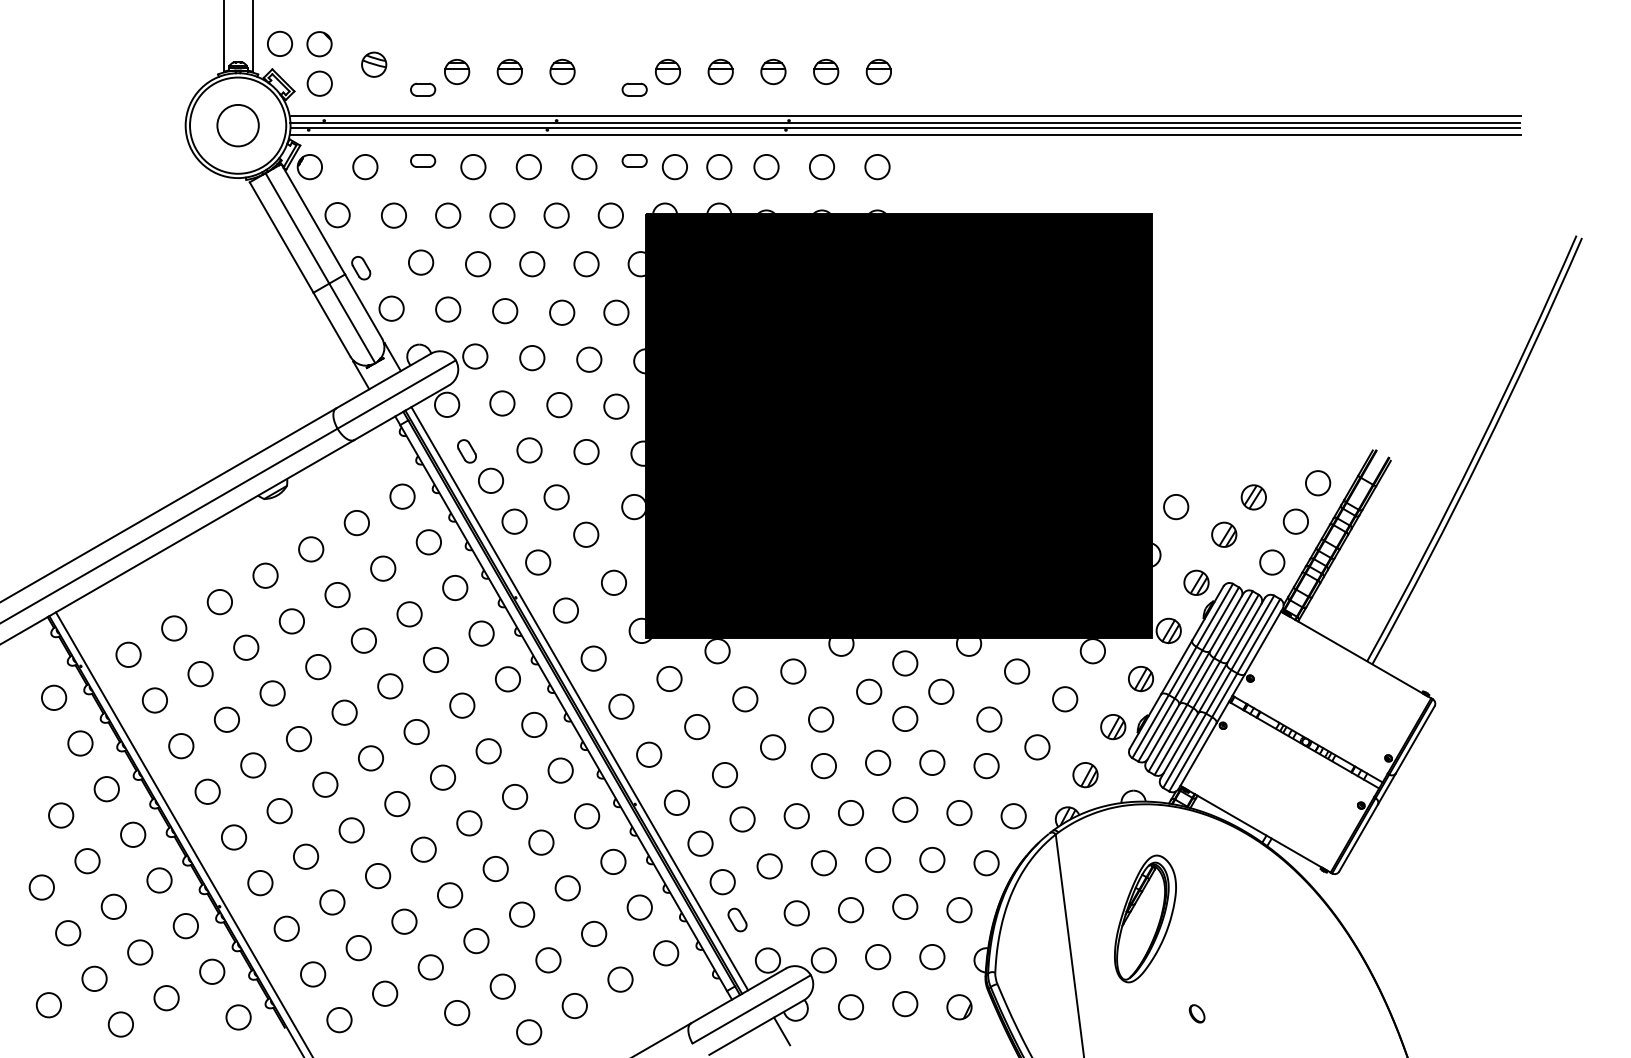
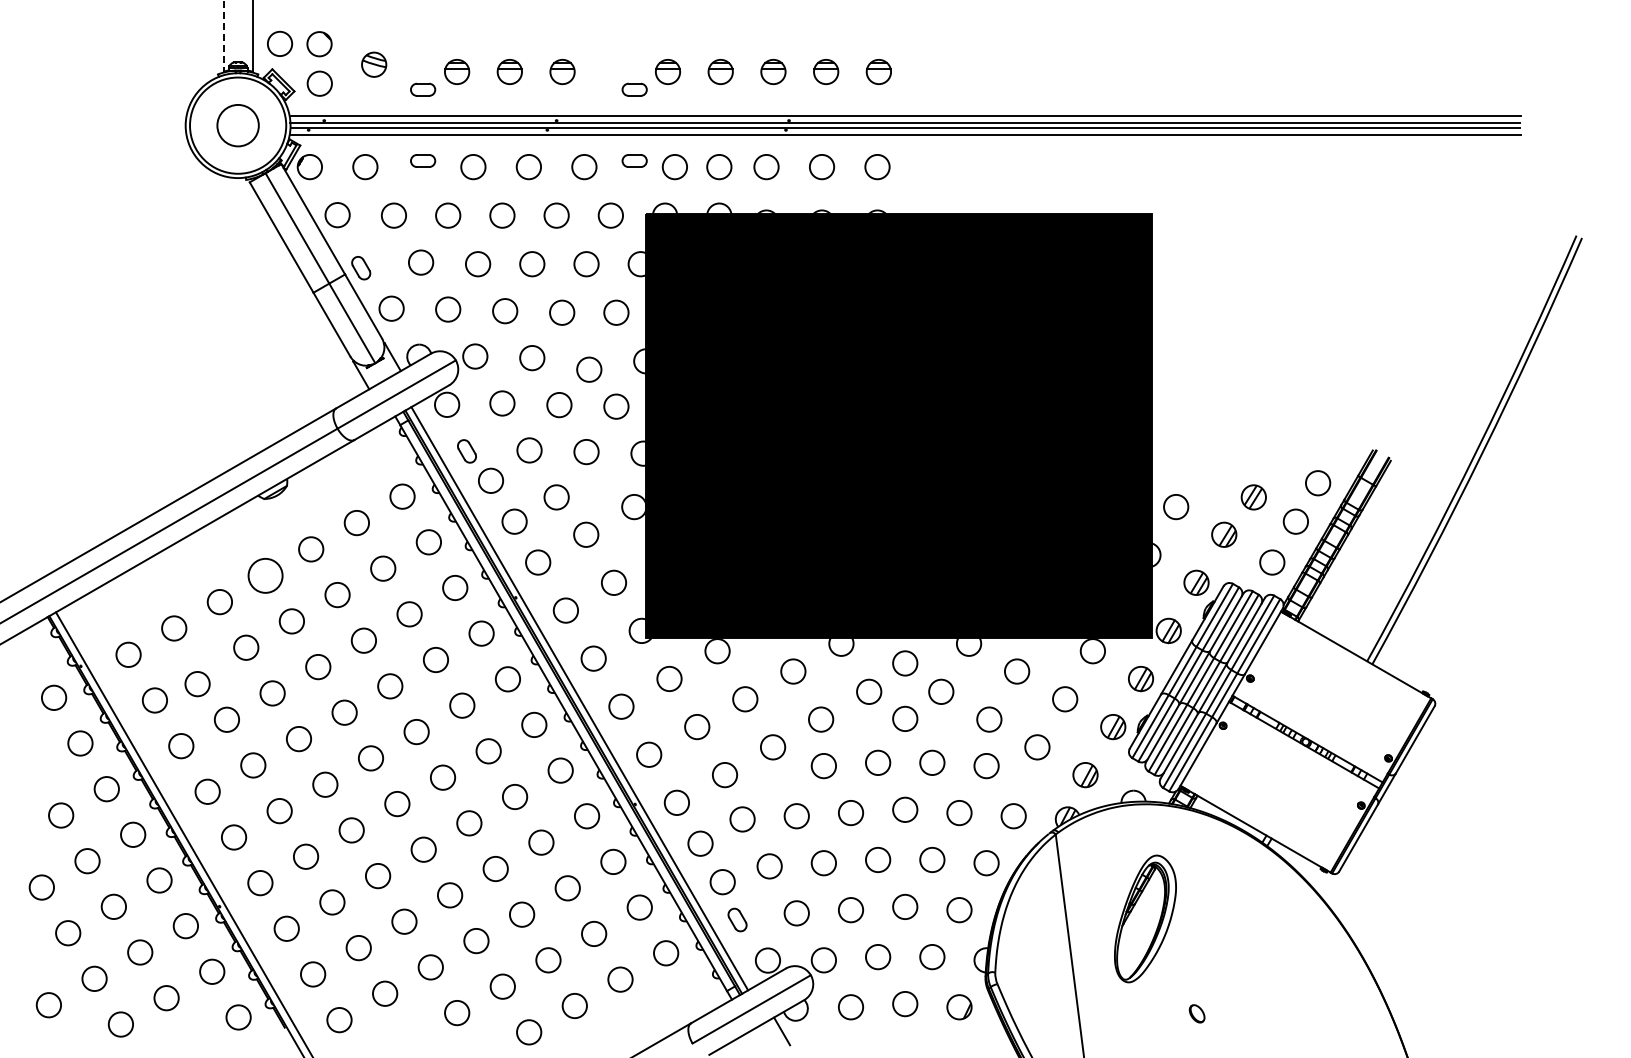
line at (223, 36): solid -> dashed
circle at (589, 359) position: (589, 359) -> (589, 369)
circle at (265, 575) size: 27x27 px -> 37x36 px
circle at (200, 674) position: (200, 674) -> (197, 684)
